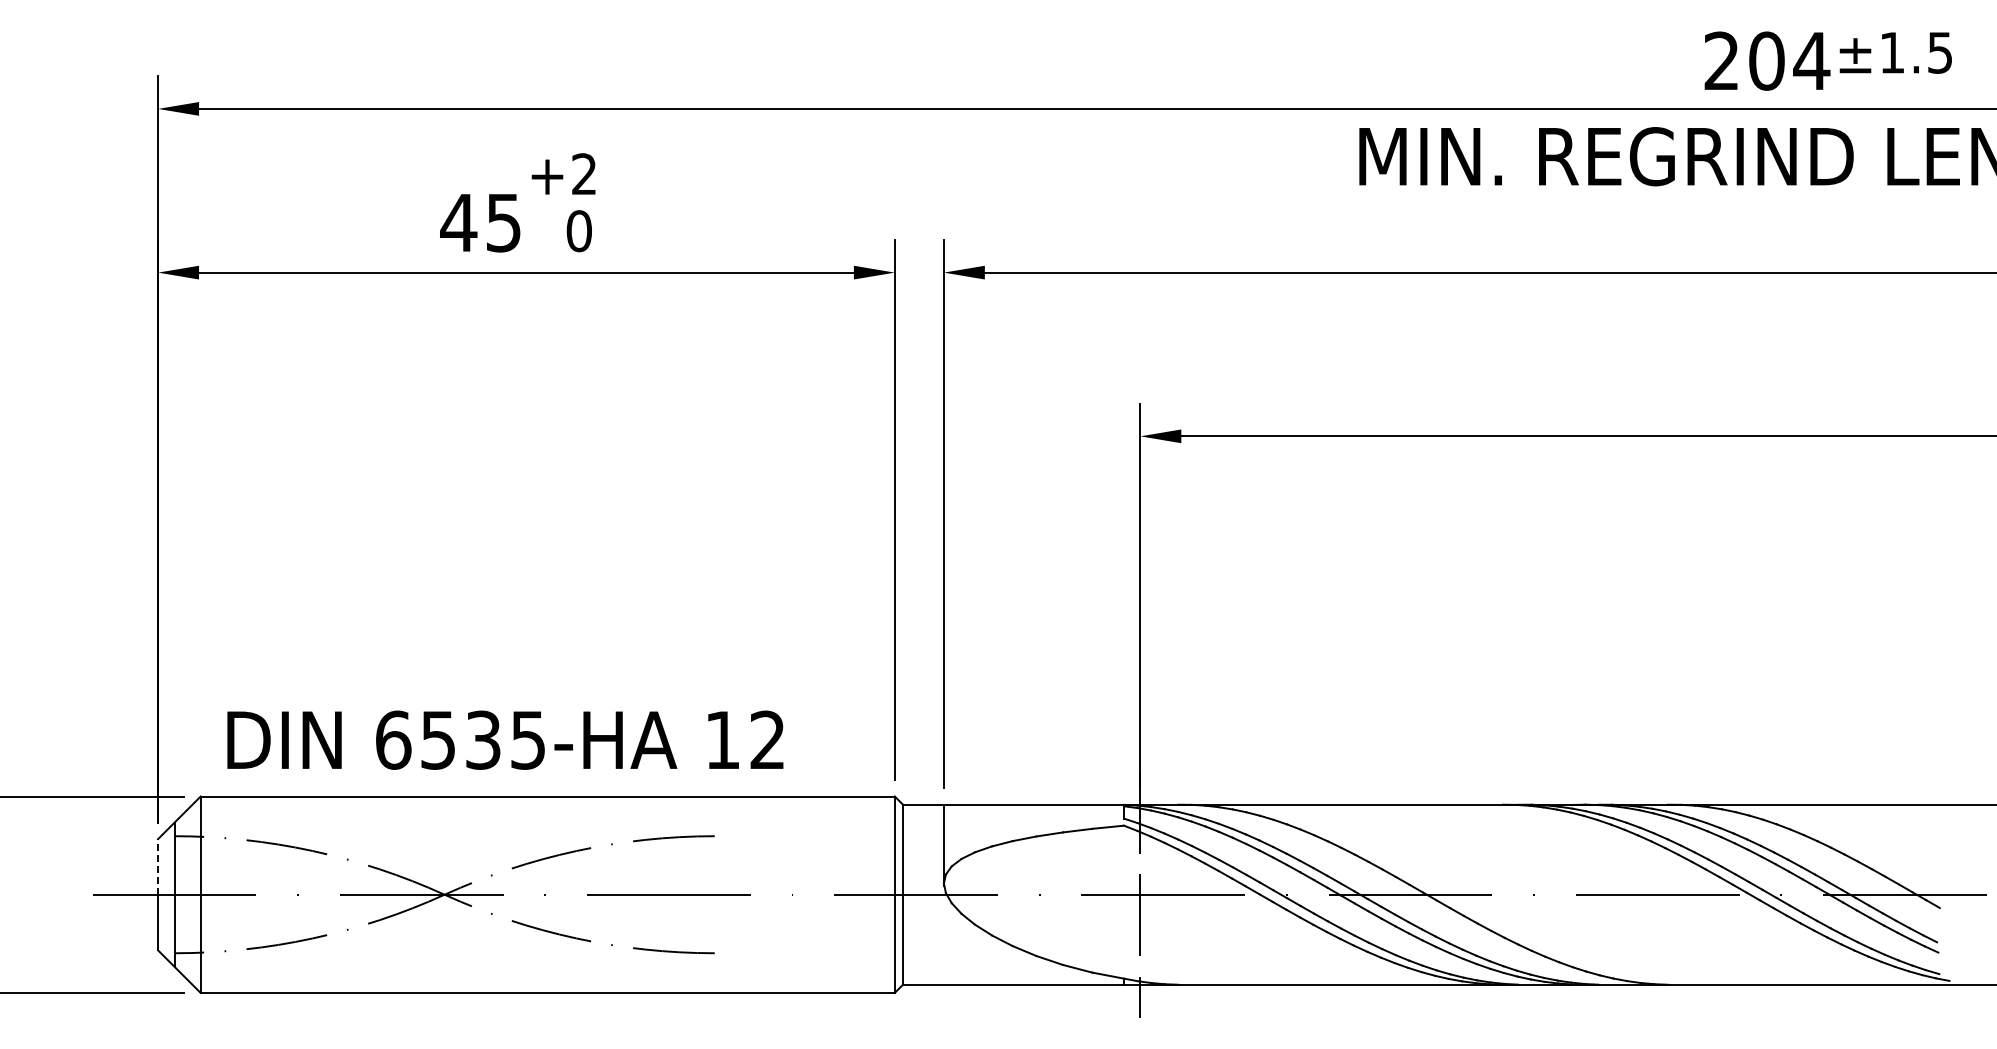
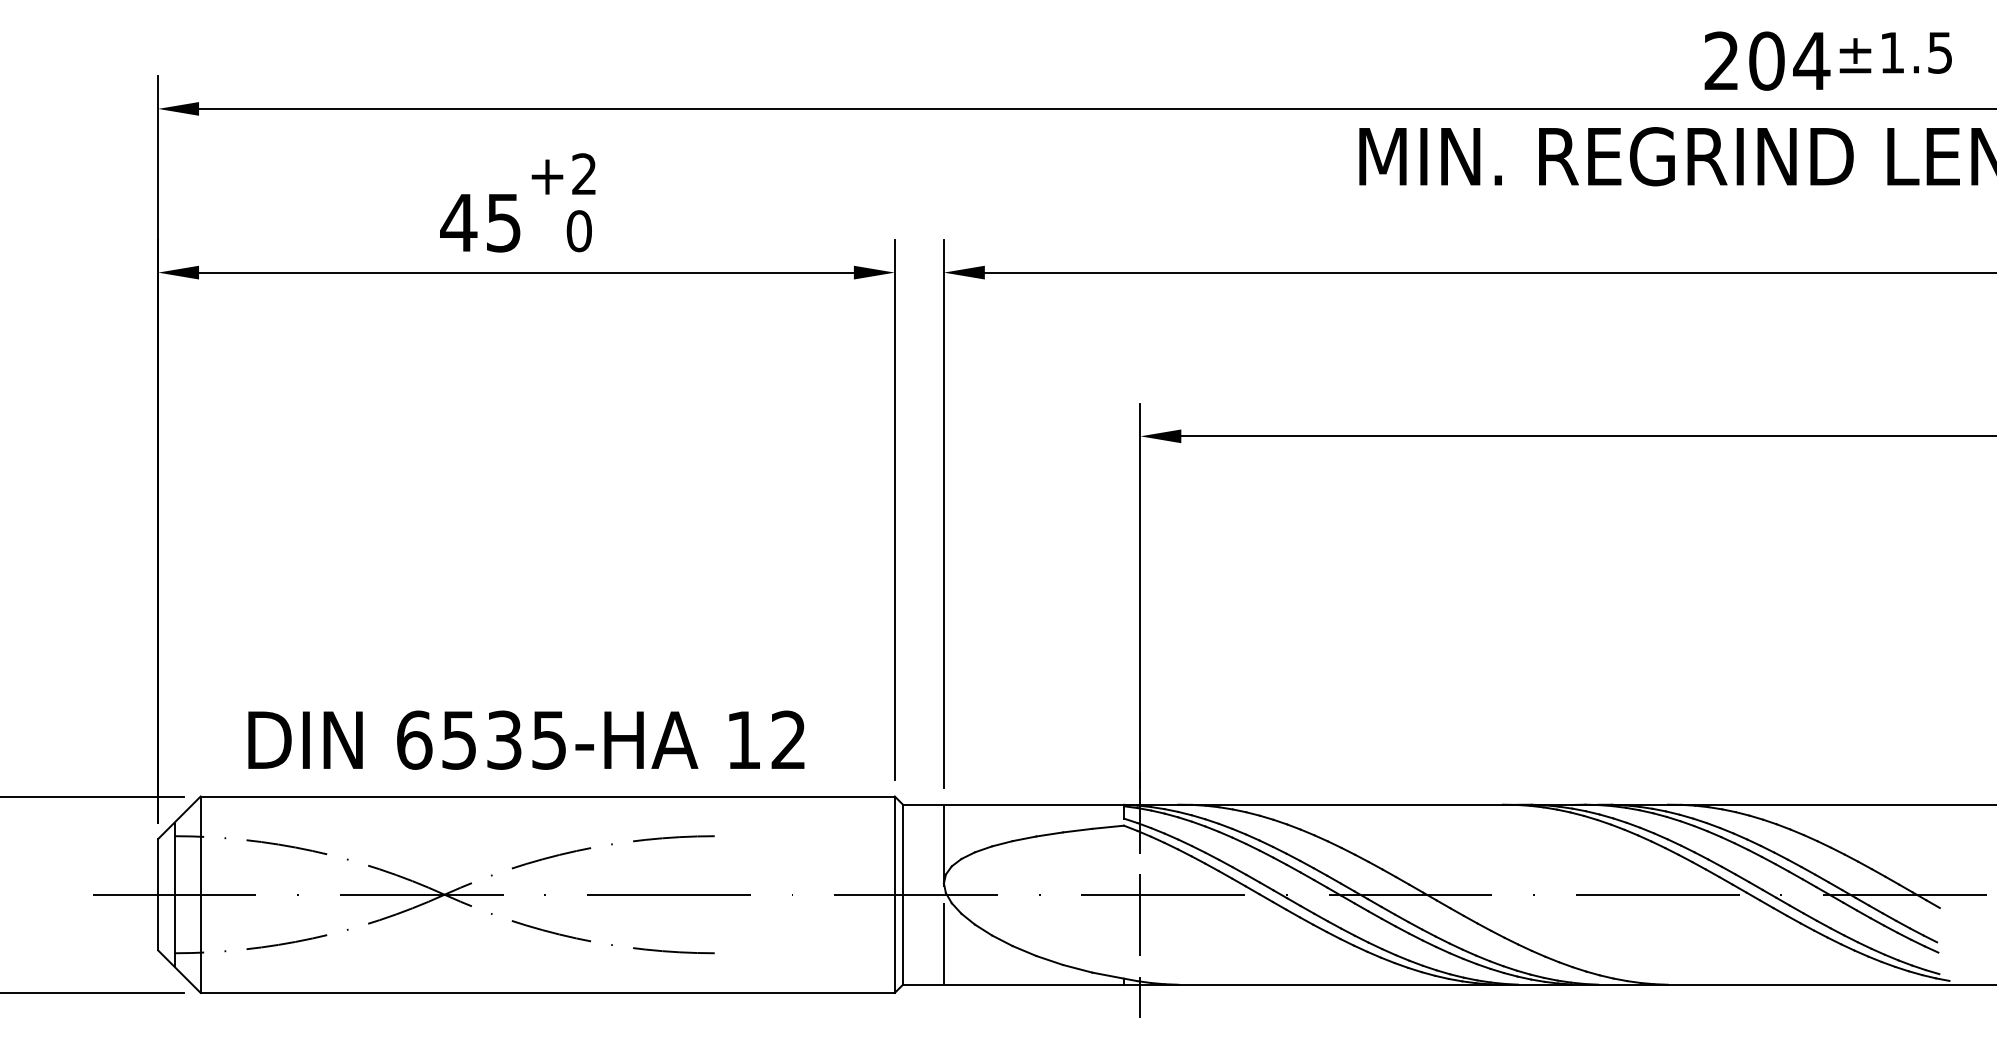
text at (505, 739) position: (505, 739) -> (526, 739)
line at (158, 866): dashed -> solid
line at (943, 939): none -> present
